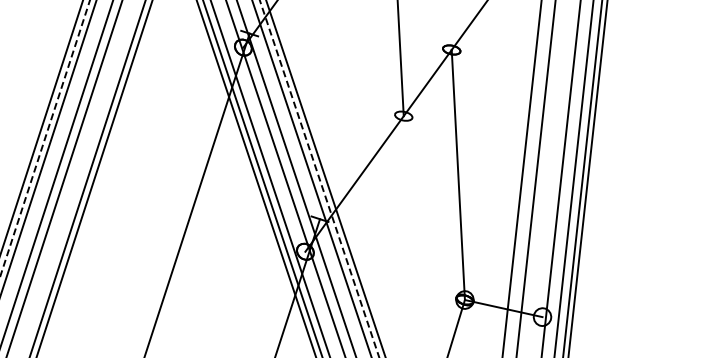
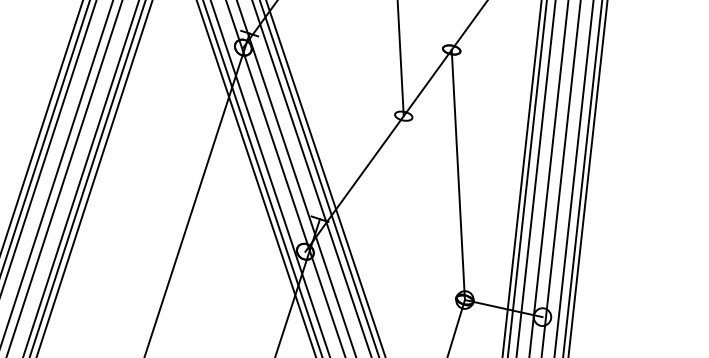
line at (44, 139): dashed -> solid
line at (81, 178): none -> present
line at (527, 178): none -> present
line at (548, 178): none -> present
line at (319, 179): dashed -> solid
